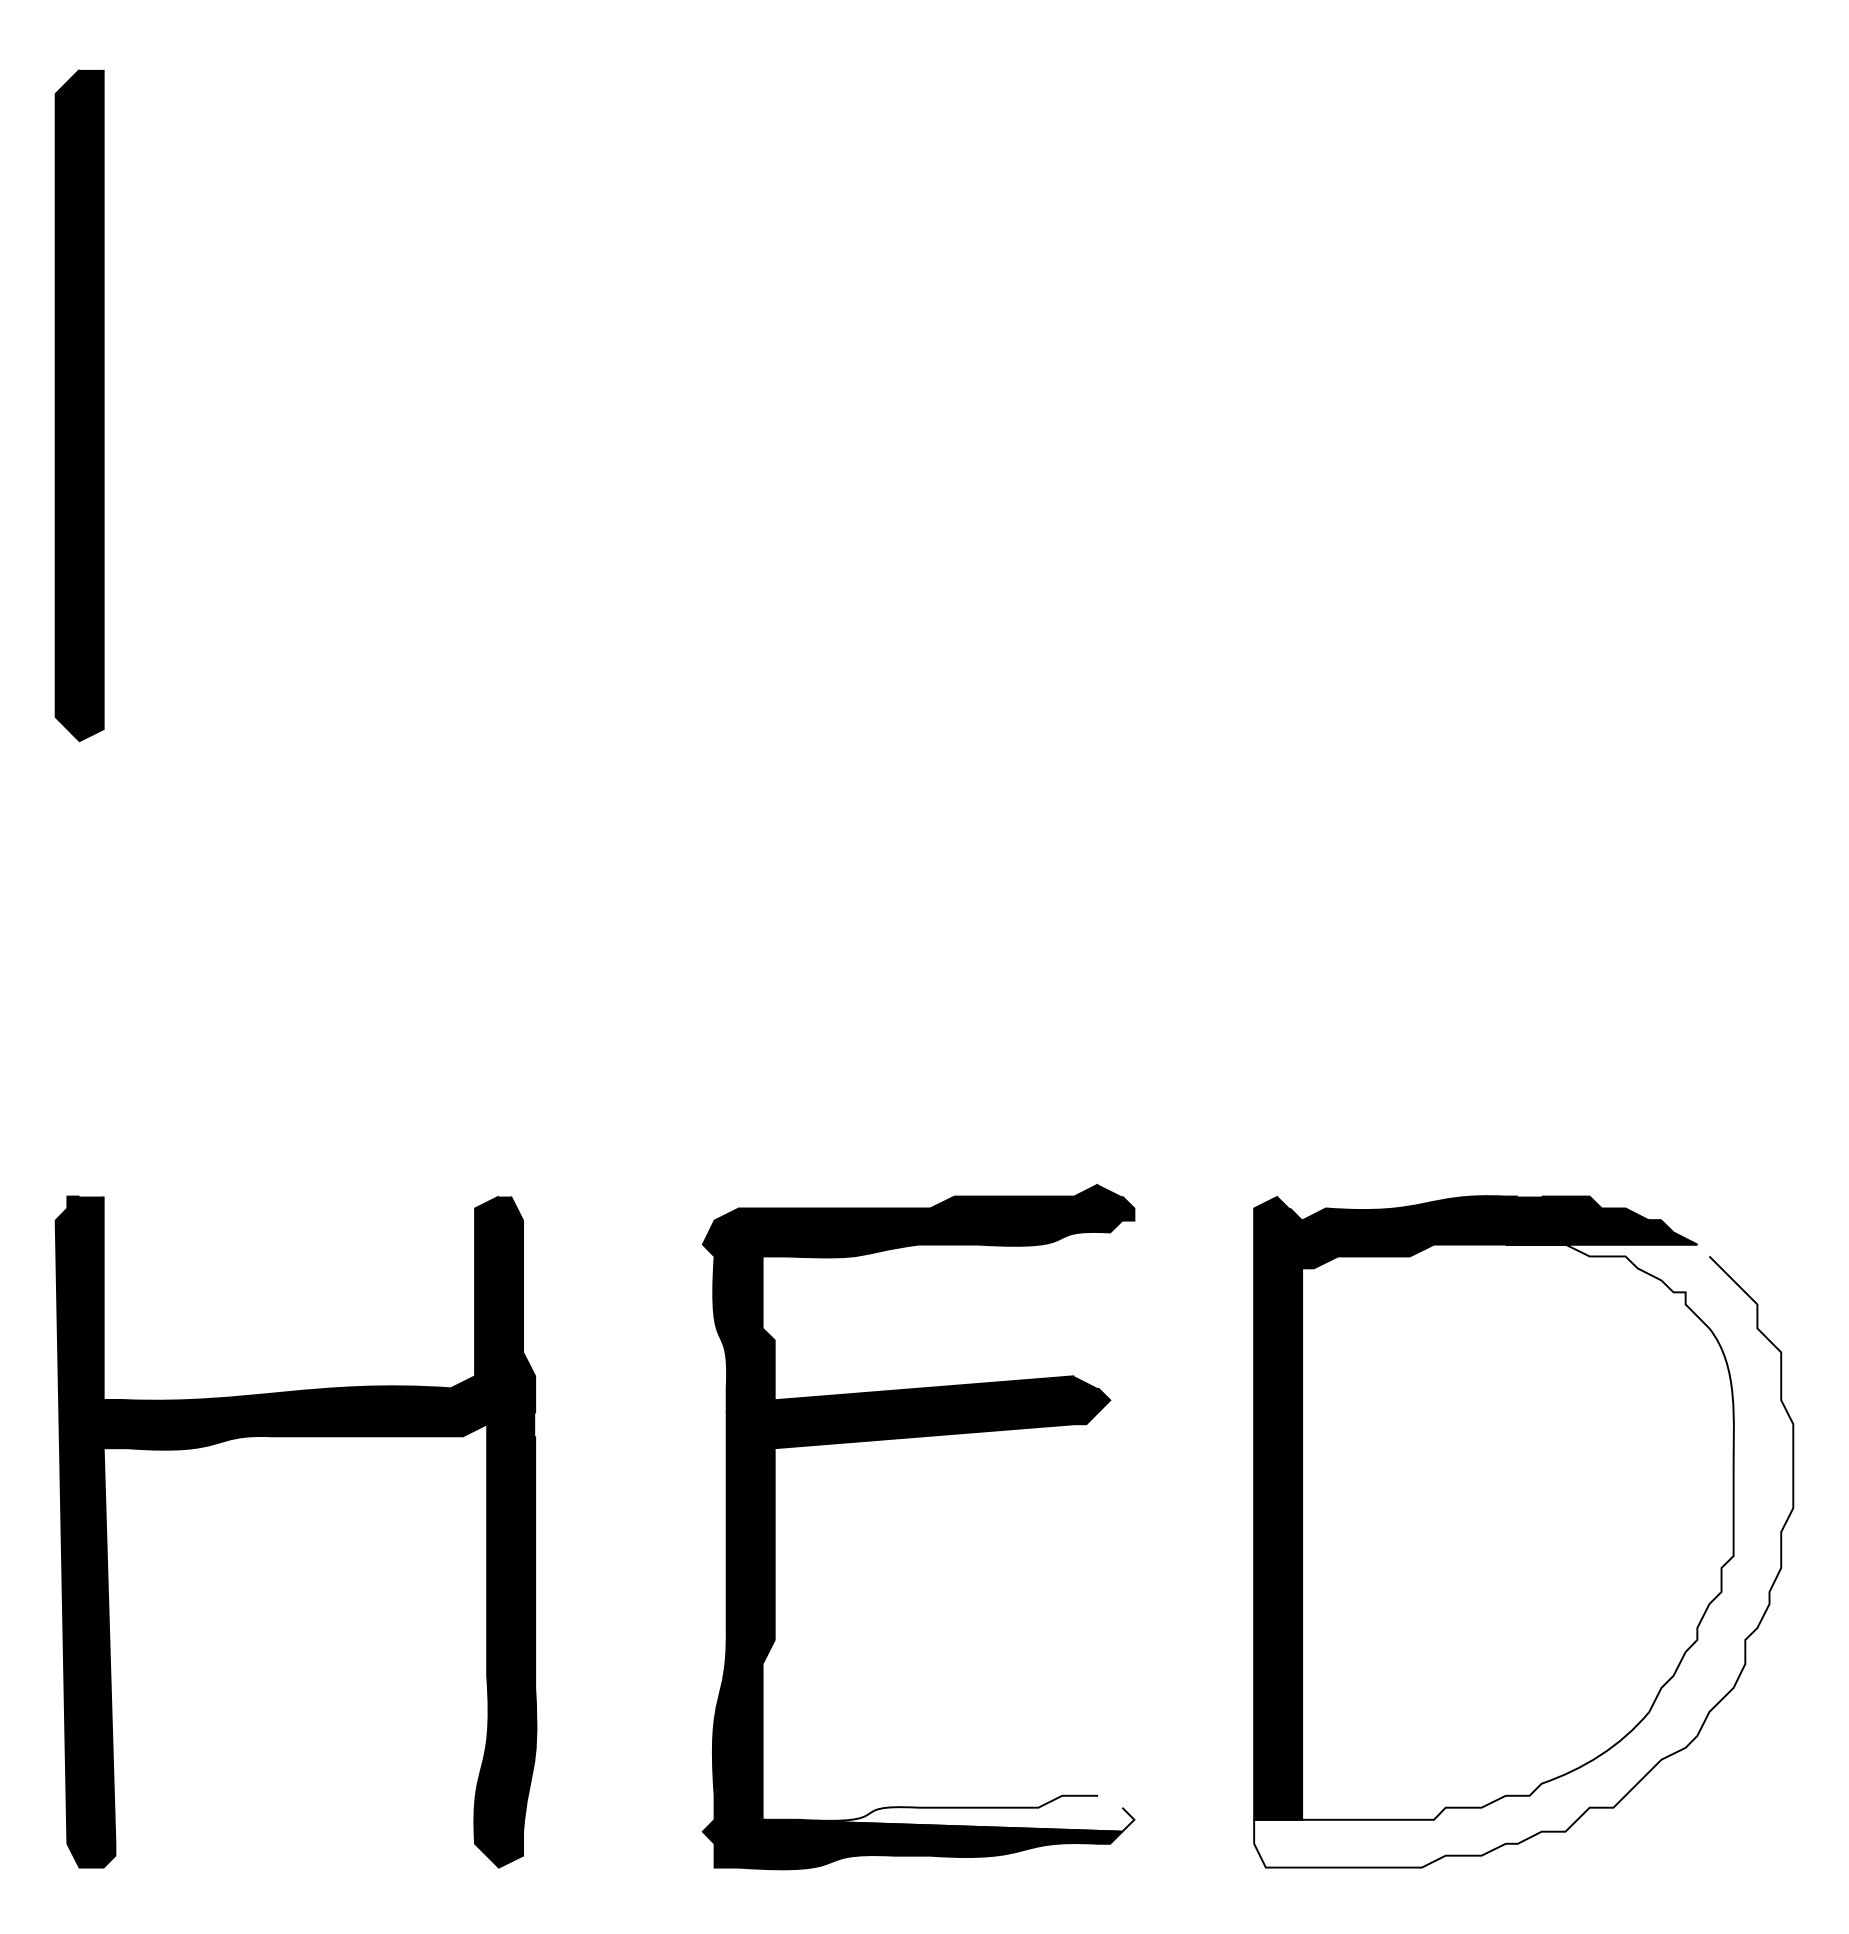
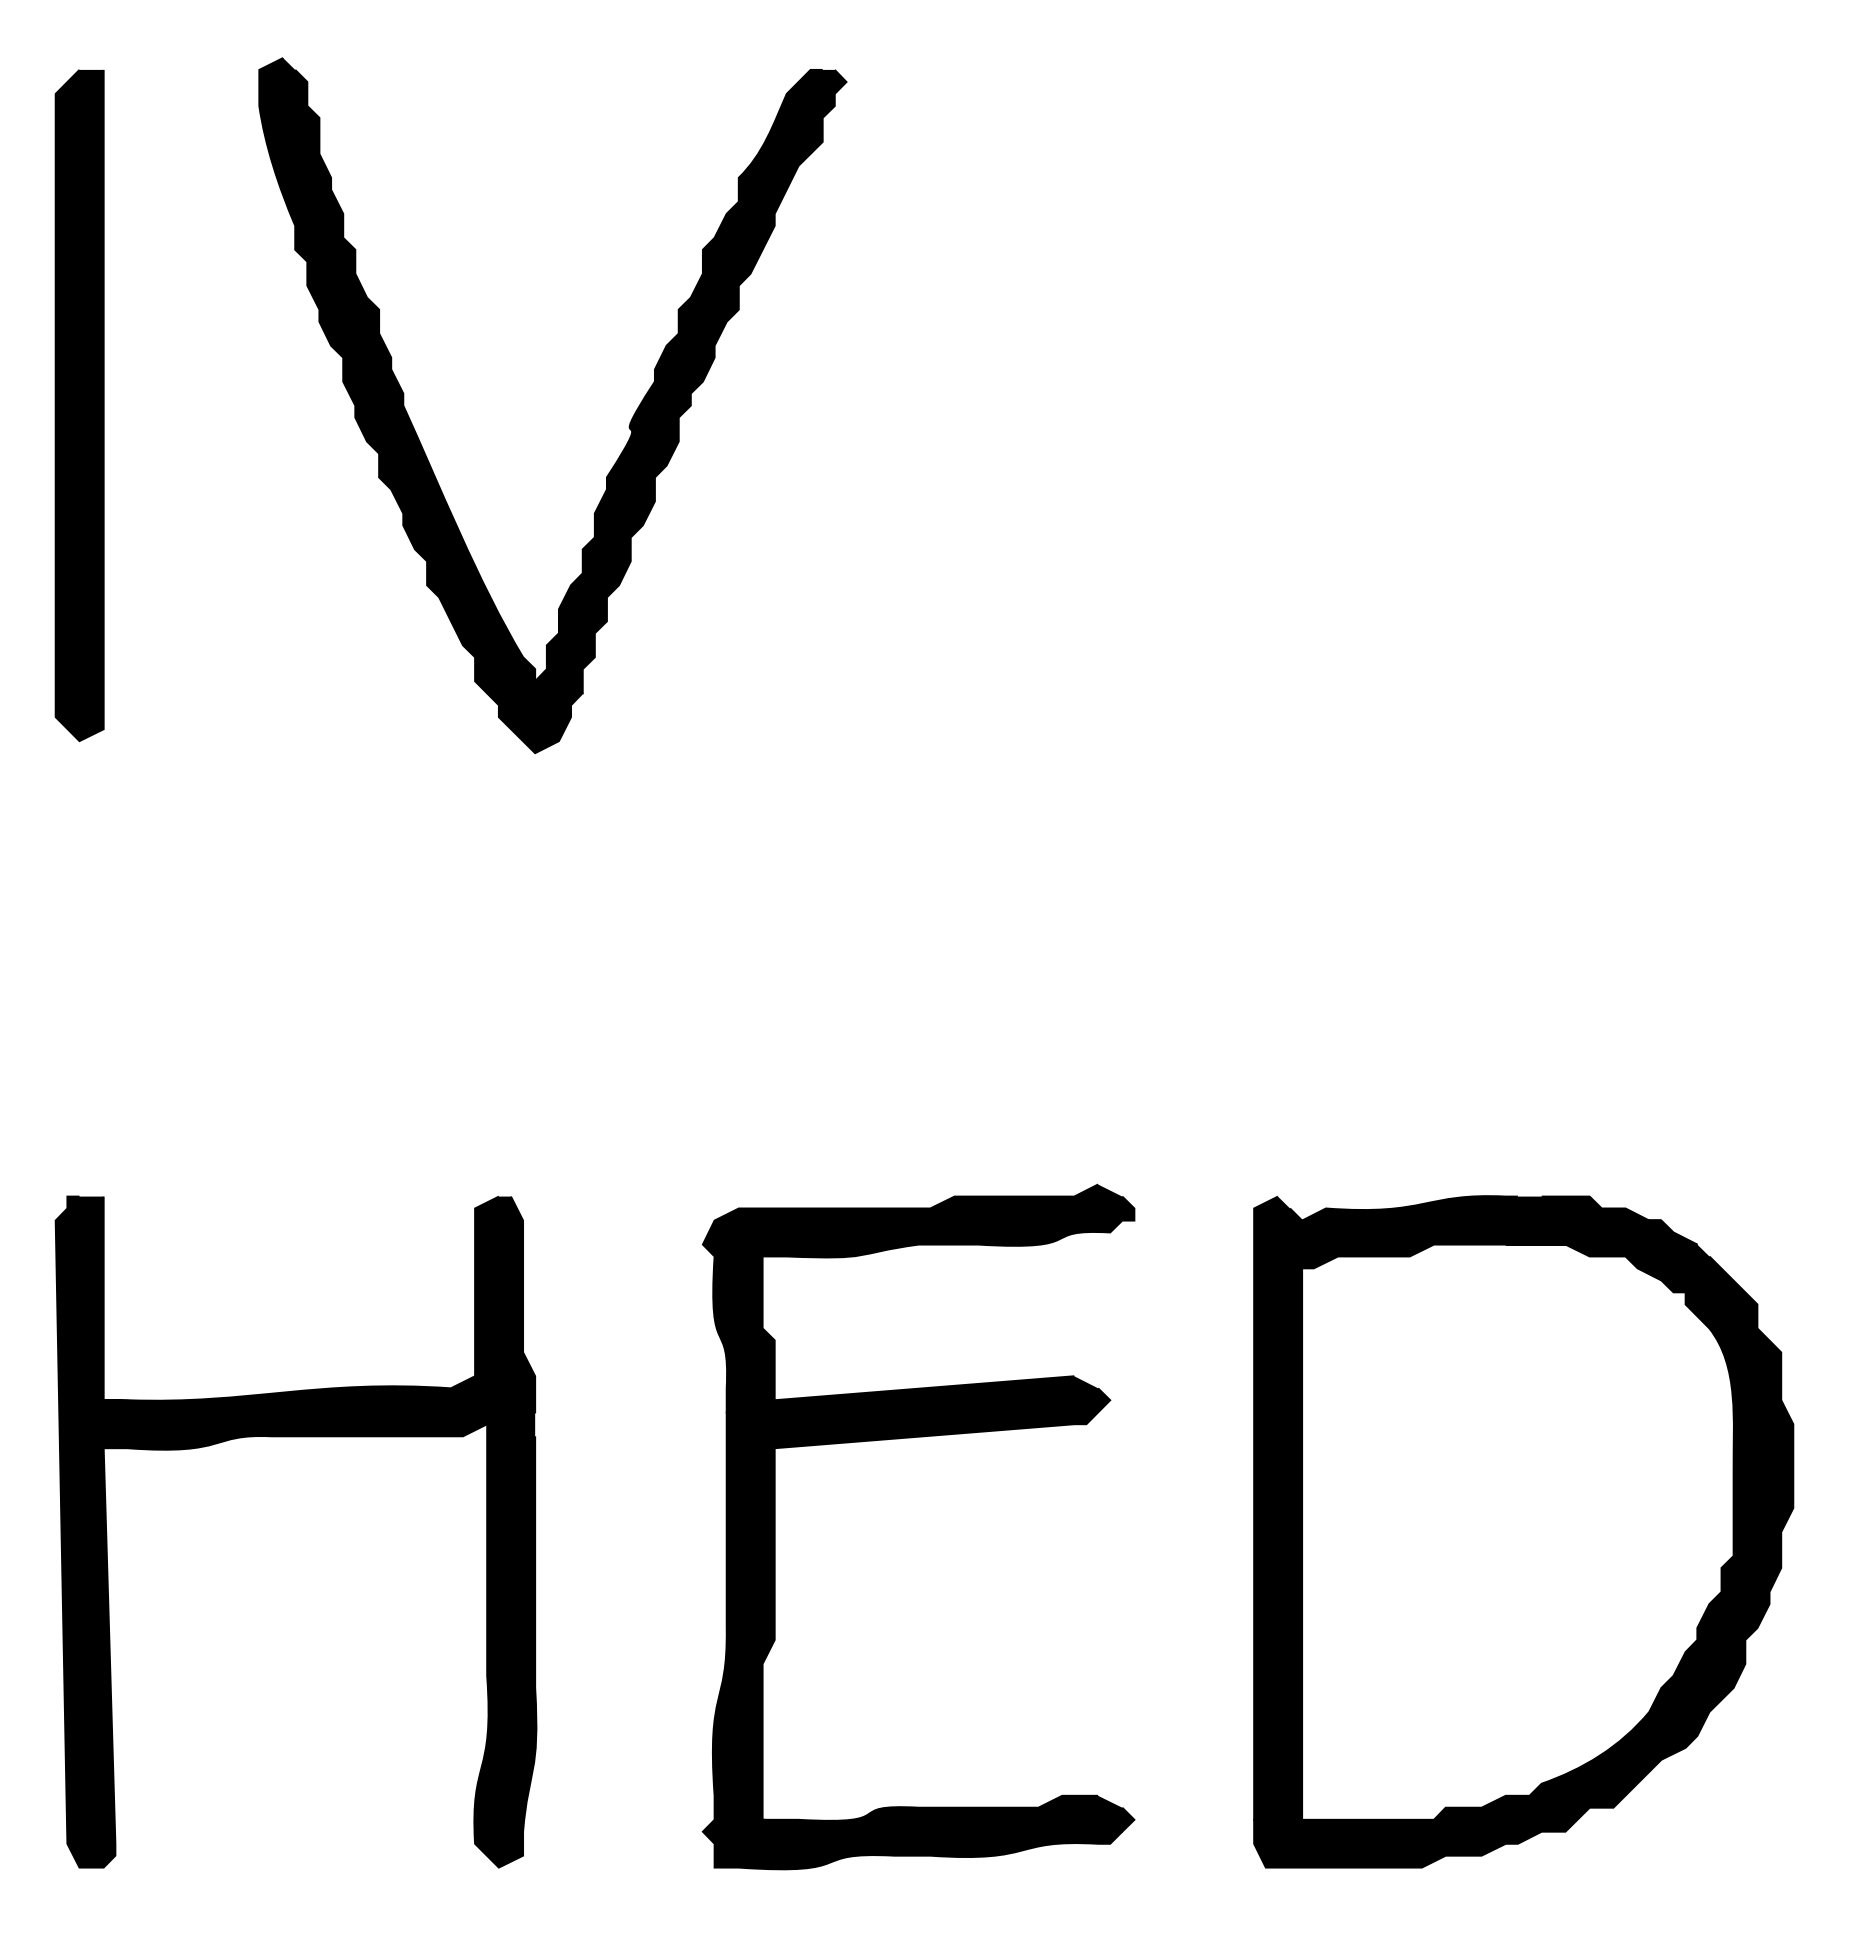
part at (628, 426): none -> present
fill at (1523, 1555): none -> present
fill at (948, 1813): none -> present
